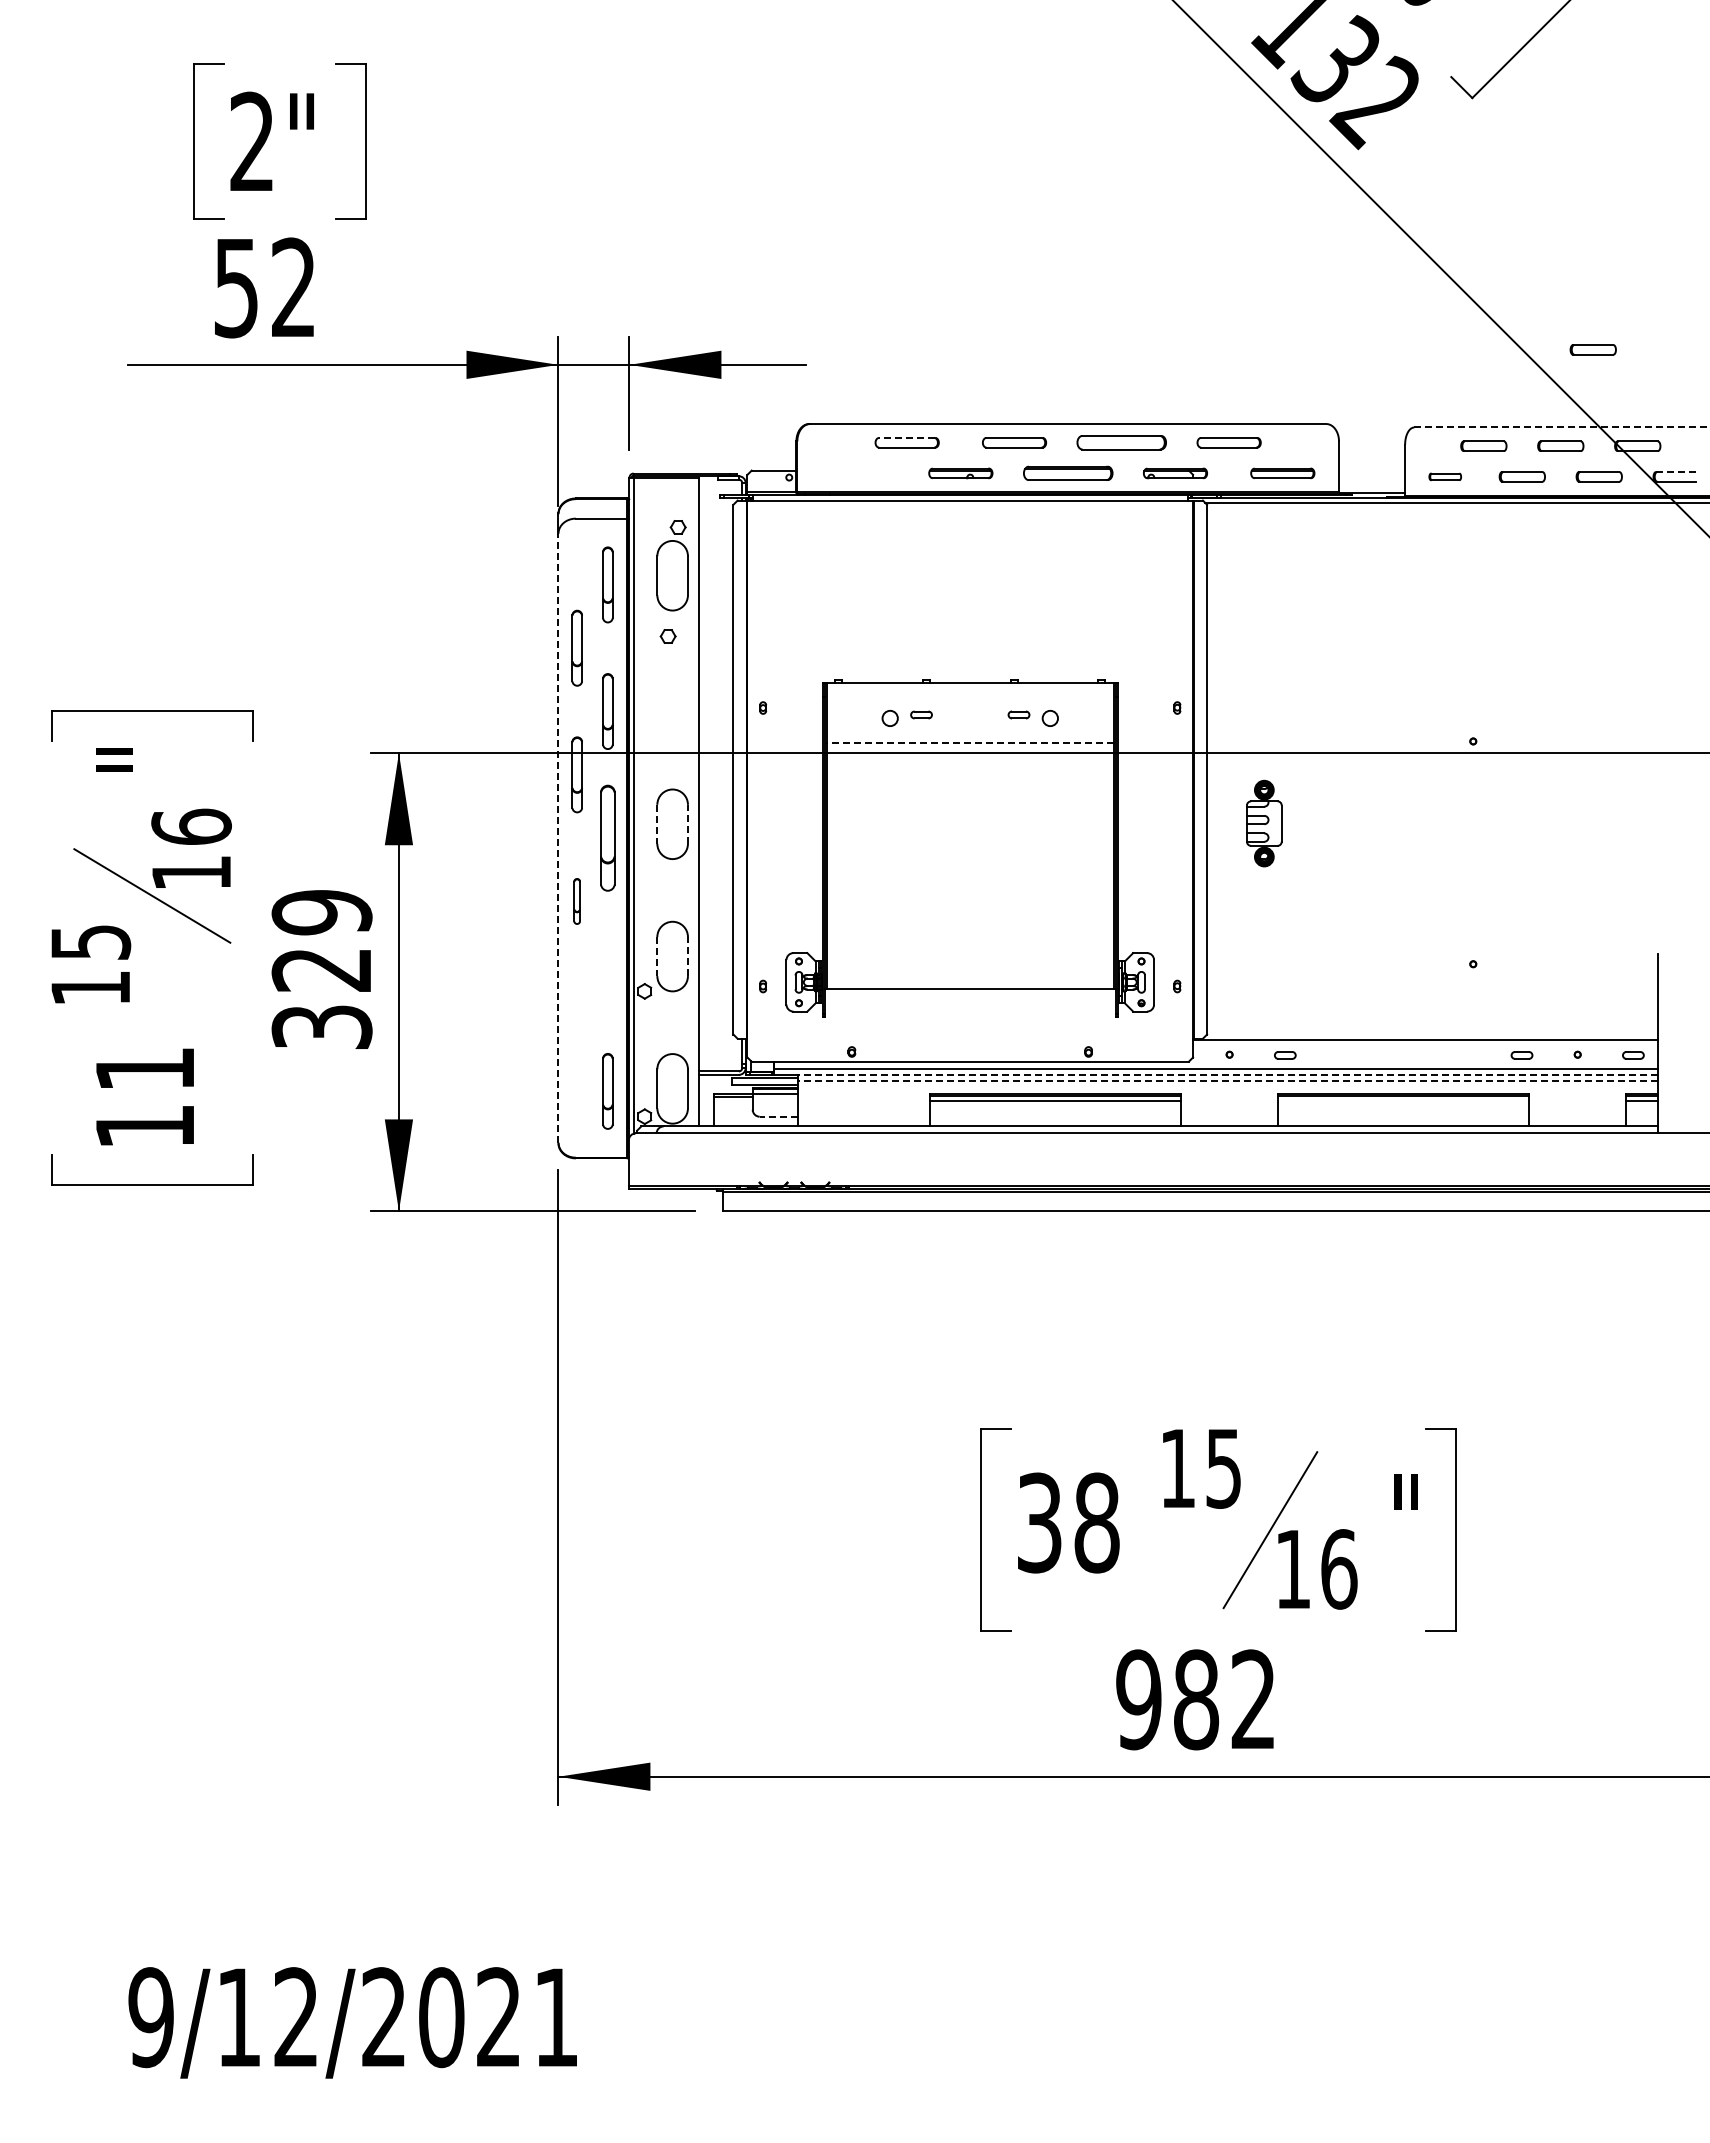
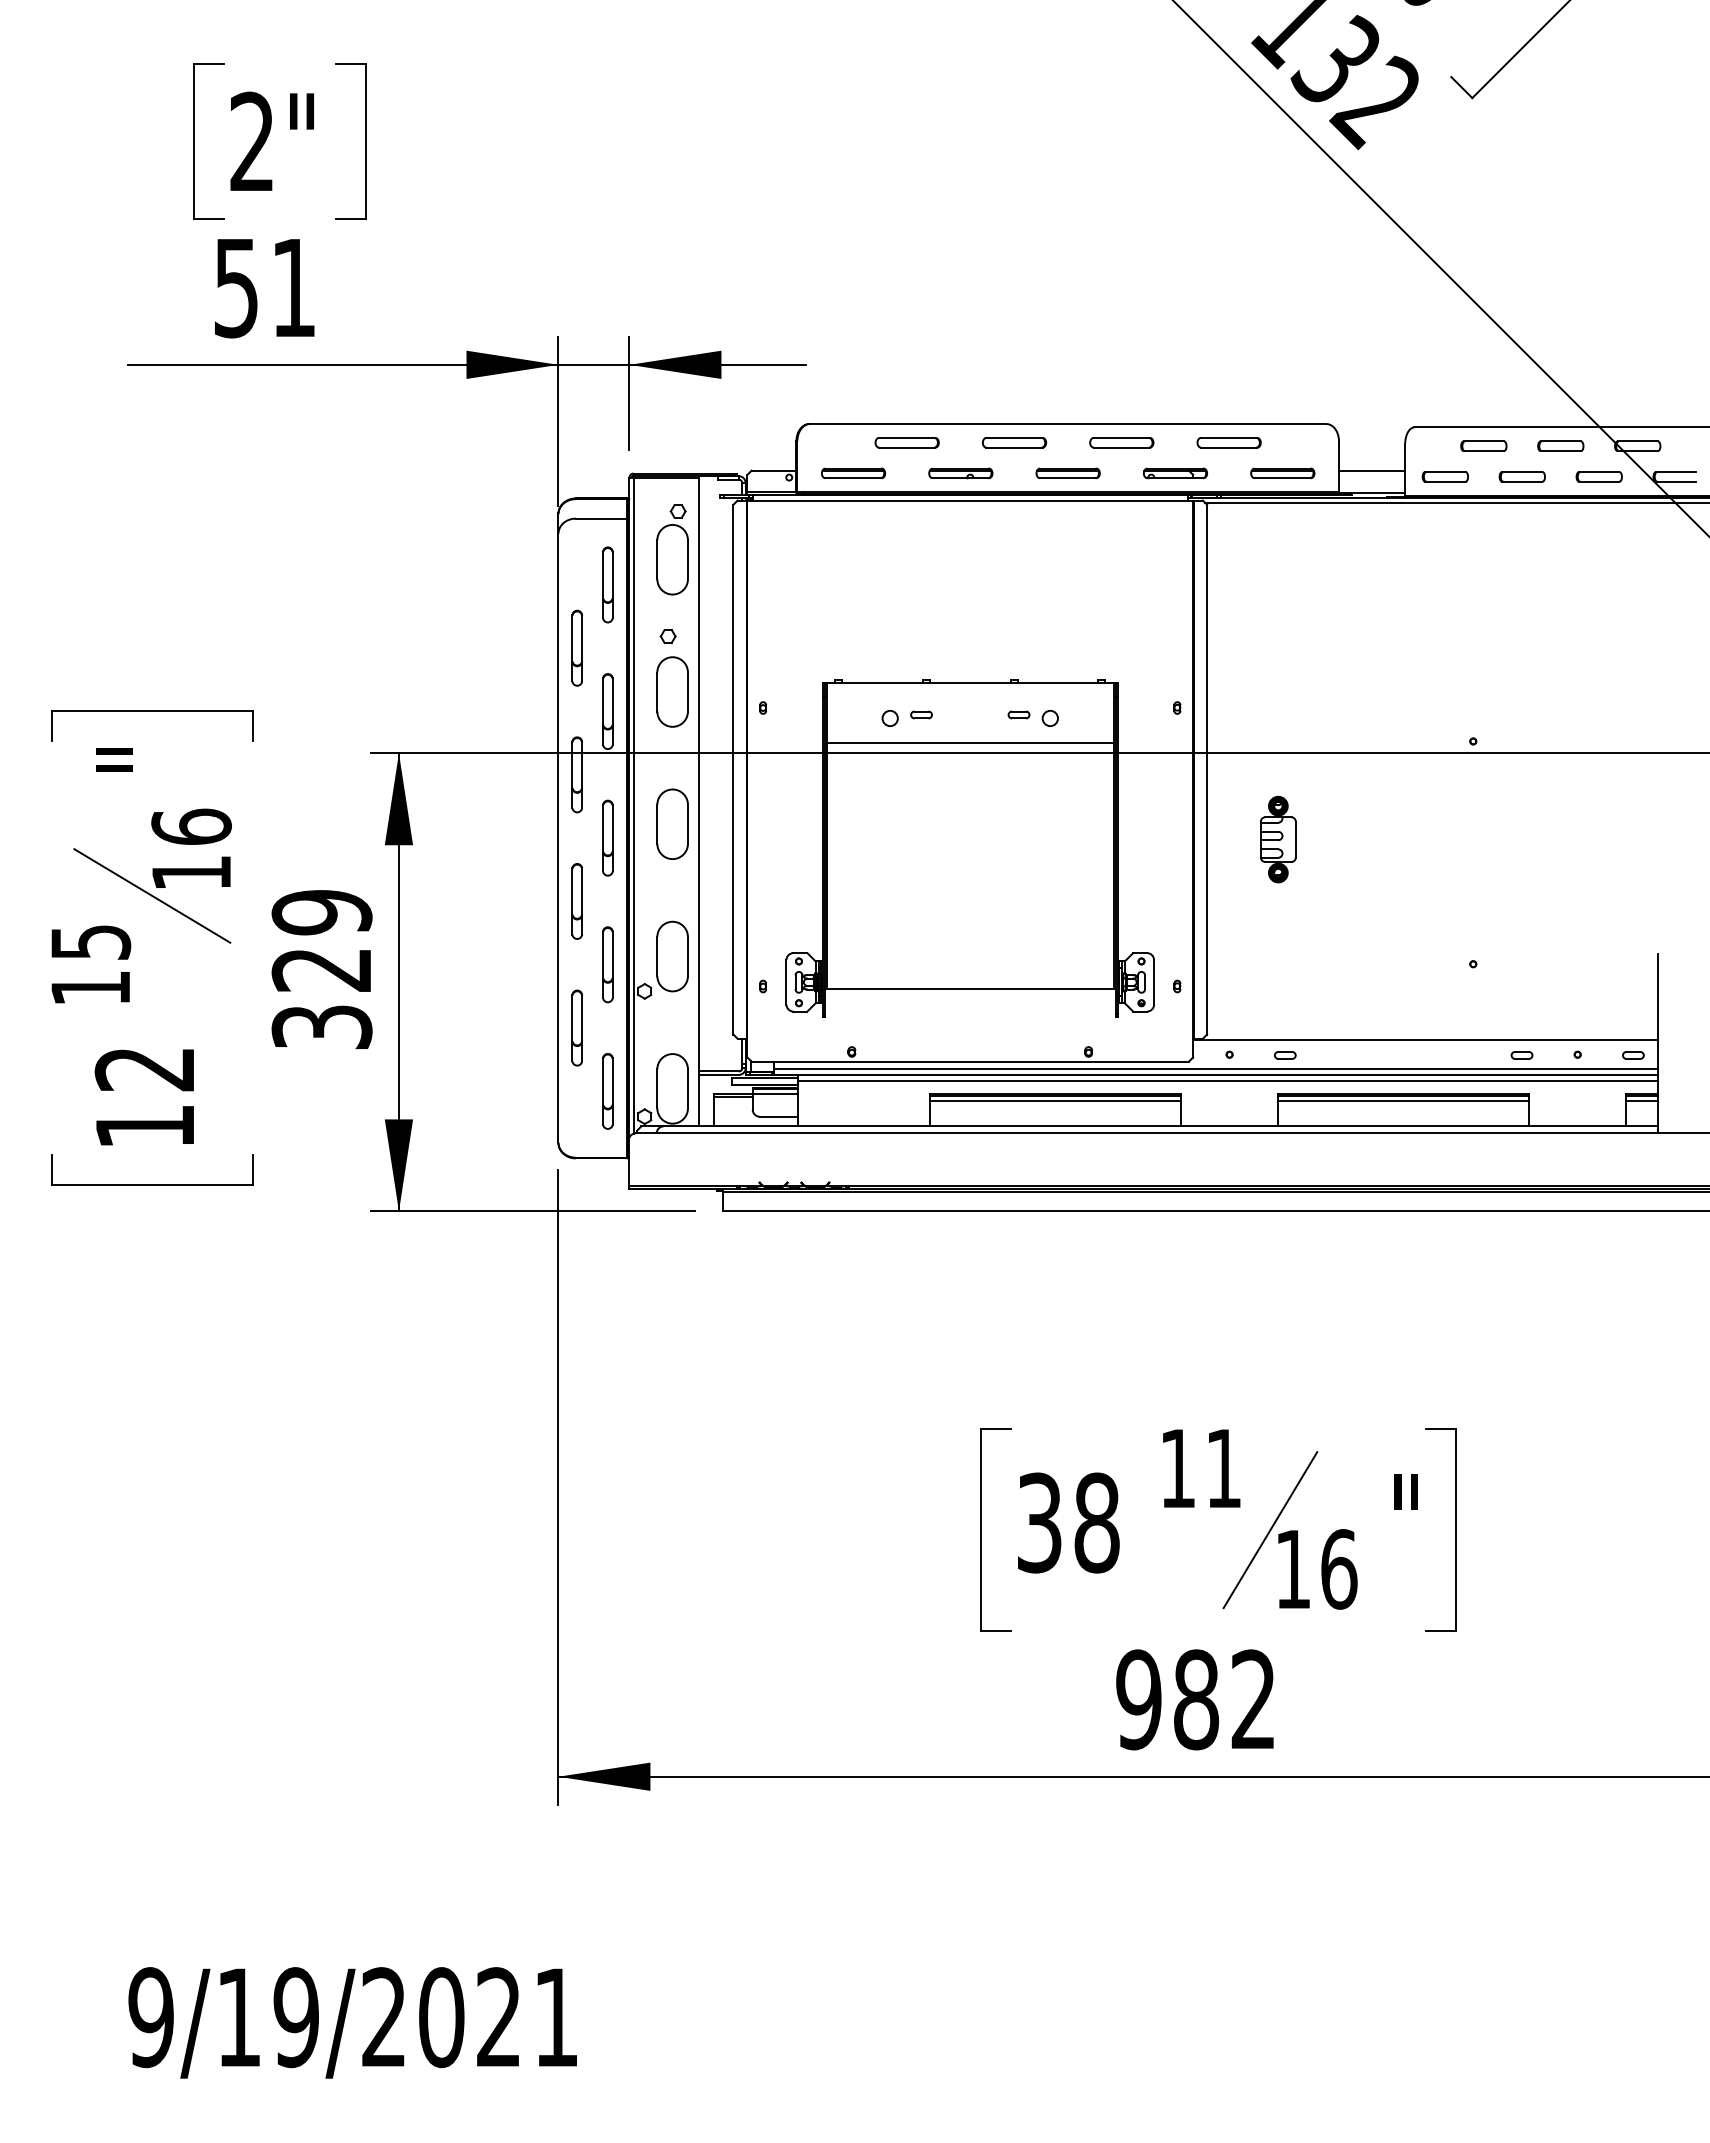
text at (293, 286): 52 -> 51
part at (1592, 349): present -> none
line at (1561, 427): dashed -> solid
line at (906, 437): dashed -> solid
part at (1121, 442) size: 91x16 px -> 66x12 px
line at (1372, 470): none -> present
part at (1068, 472) size: 91x16 px -> 66x13 px
line at (1675, 472): dashed -> solid
part at (853, 473): none -> present
part at (1444, 476) size: 34x9 px -> 48x12 px
part at (672, 565) position: (672, 565) -> (672, 549)
part at (672, 691): none -> present
line at (969, 742): dashed -> solid
line at (687, 823): dashed -> solid
part at (1264, 823) position: (1264, 823) -> (1278, 839)
line at (657, 824): dashed -> solid
line at (558, 837): dashed -> solid
part at (607, 837) size: 16x108 px -> 12x78 px
part at (576, 901) size: 8x47 px -> 12x77 px
line at (687, 956): dashed -> solid
line at (657, 957): dashed -> solid
part at (607, 964): none -> present
part at (576, 1027): none -> present
text at (143, 1069): 11 -> 12
line at (1227, 1074): dashed -> solid
line at (1227, 1080): dashed -> solid
line at (1403, 1101): none -> present
line at (778, 1116): dashed -> solid
text at (1223, 1468): 15 -> 11
text at (295, 2017): 9/12/2021 -> 9/19/2021
